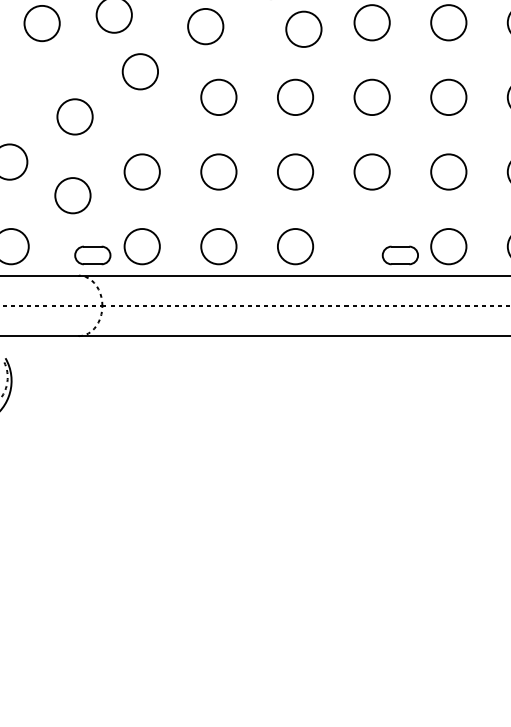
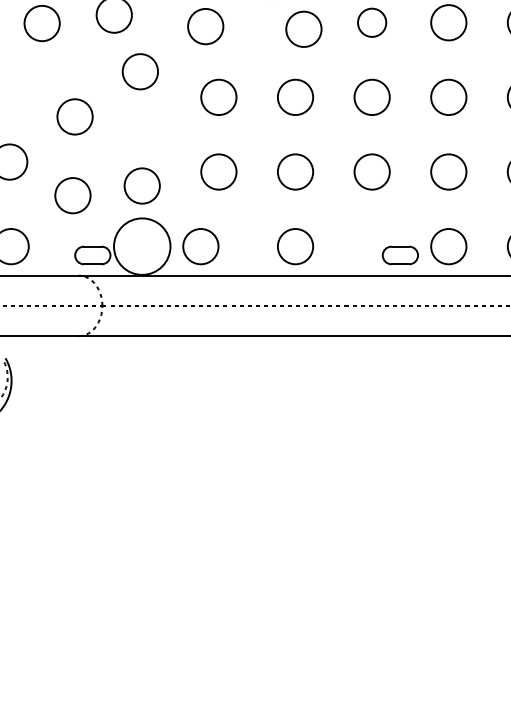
circle at (371, 22) size: 38x38 px -> 31x31 px
circle at (141, 171) position: (141, 171) -> (141, 185)
circle at (141, 246) diameter: 35 px -> 56 px
circle at (218, 246) position: (218, 246) -> (200, 246)
